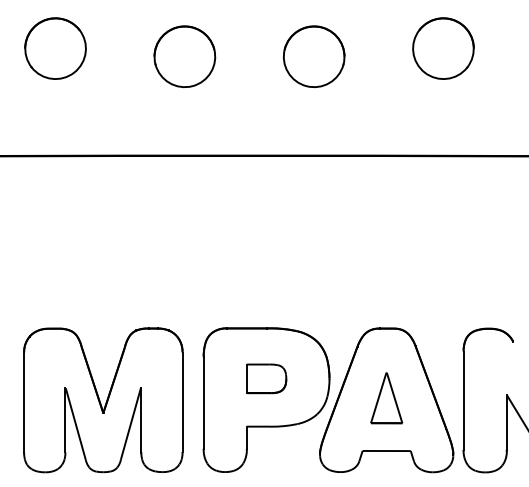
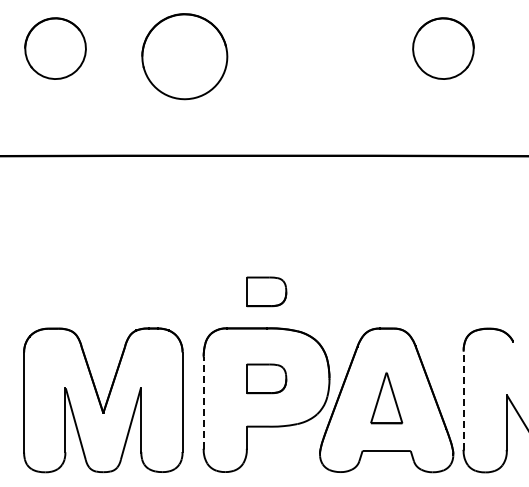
part at (184, 56) size: 64x64 px -> 88x88 px
part at (314, 56): present -> none
part at (266, 291): none -> present
line at (463, 400): solid -> dashed
line at (203, 403): solid -> dashed
